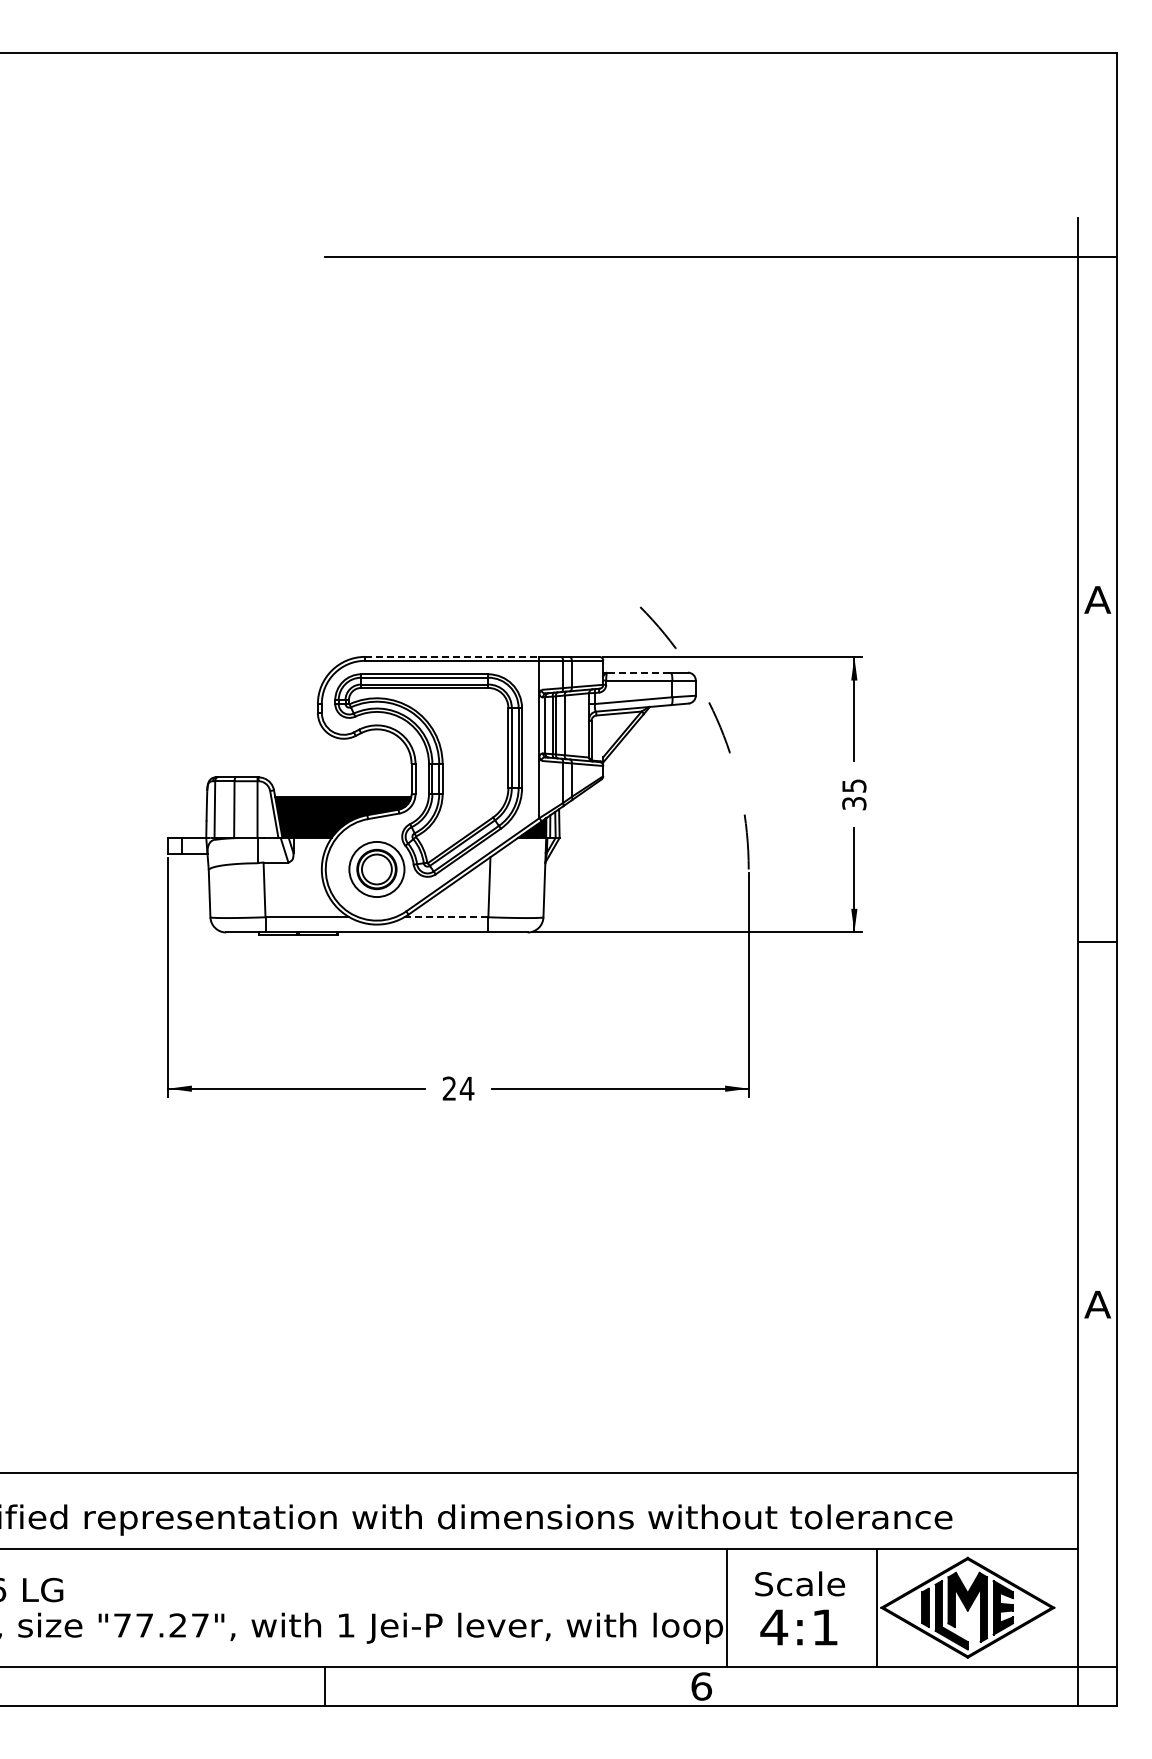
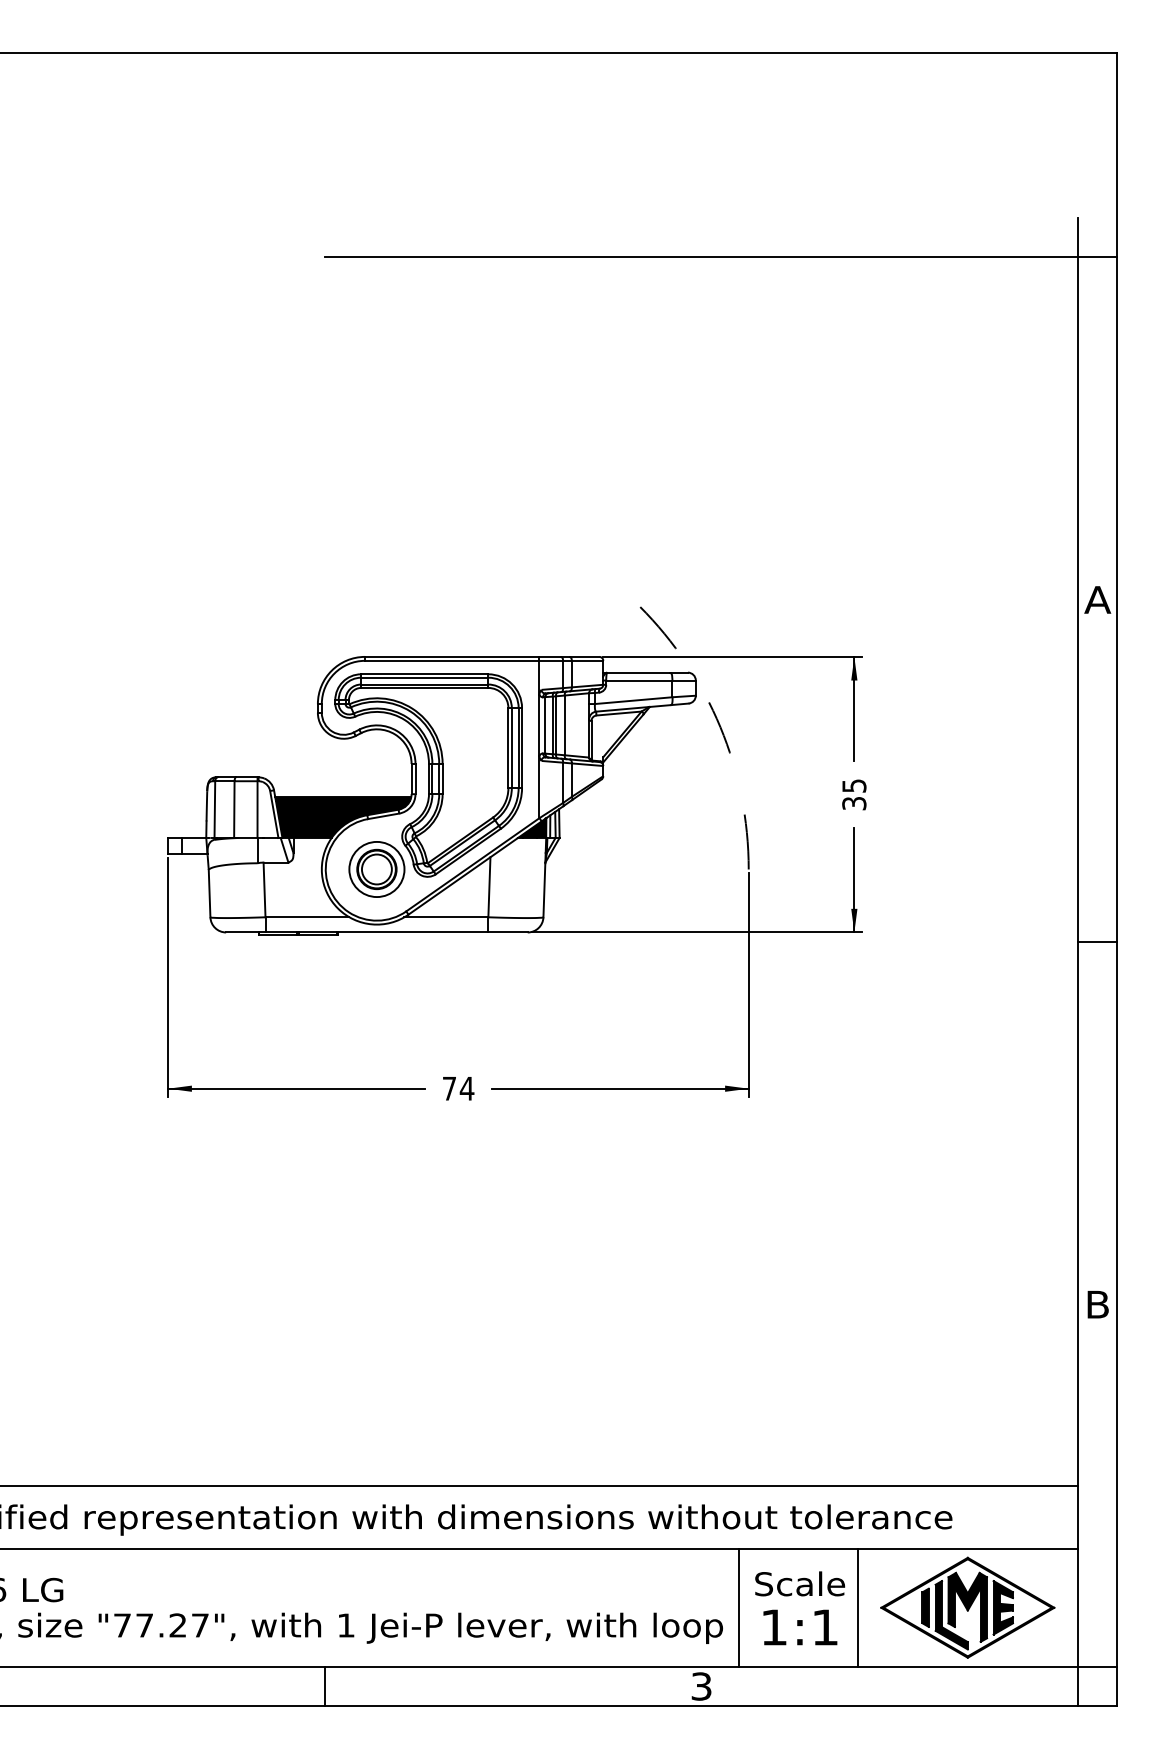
line at (452, 656): dashed -> solid
line at (638, 672): dashed -> solid
line at (446, 917): dashed -> solid
text at (448, 1088): 24 -> 74
text at (1097, 1304): A -> B
line at (540, 1472) position: (540, 1472) -> (540, 1485)
line at (727, 1607) position: (727, 1607) -> (739, 1607)
line at (876, 1607) position: (876, 1607) -> (857, 1607)
text at (774, 1627): 4:1 -> 1:1
text at (701, 1686): 6 -> 3
